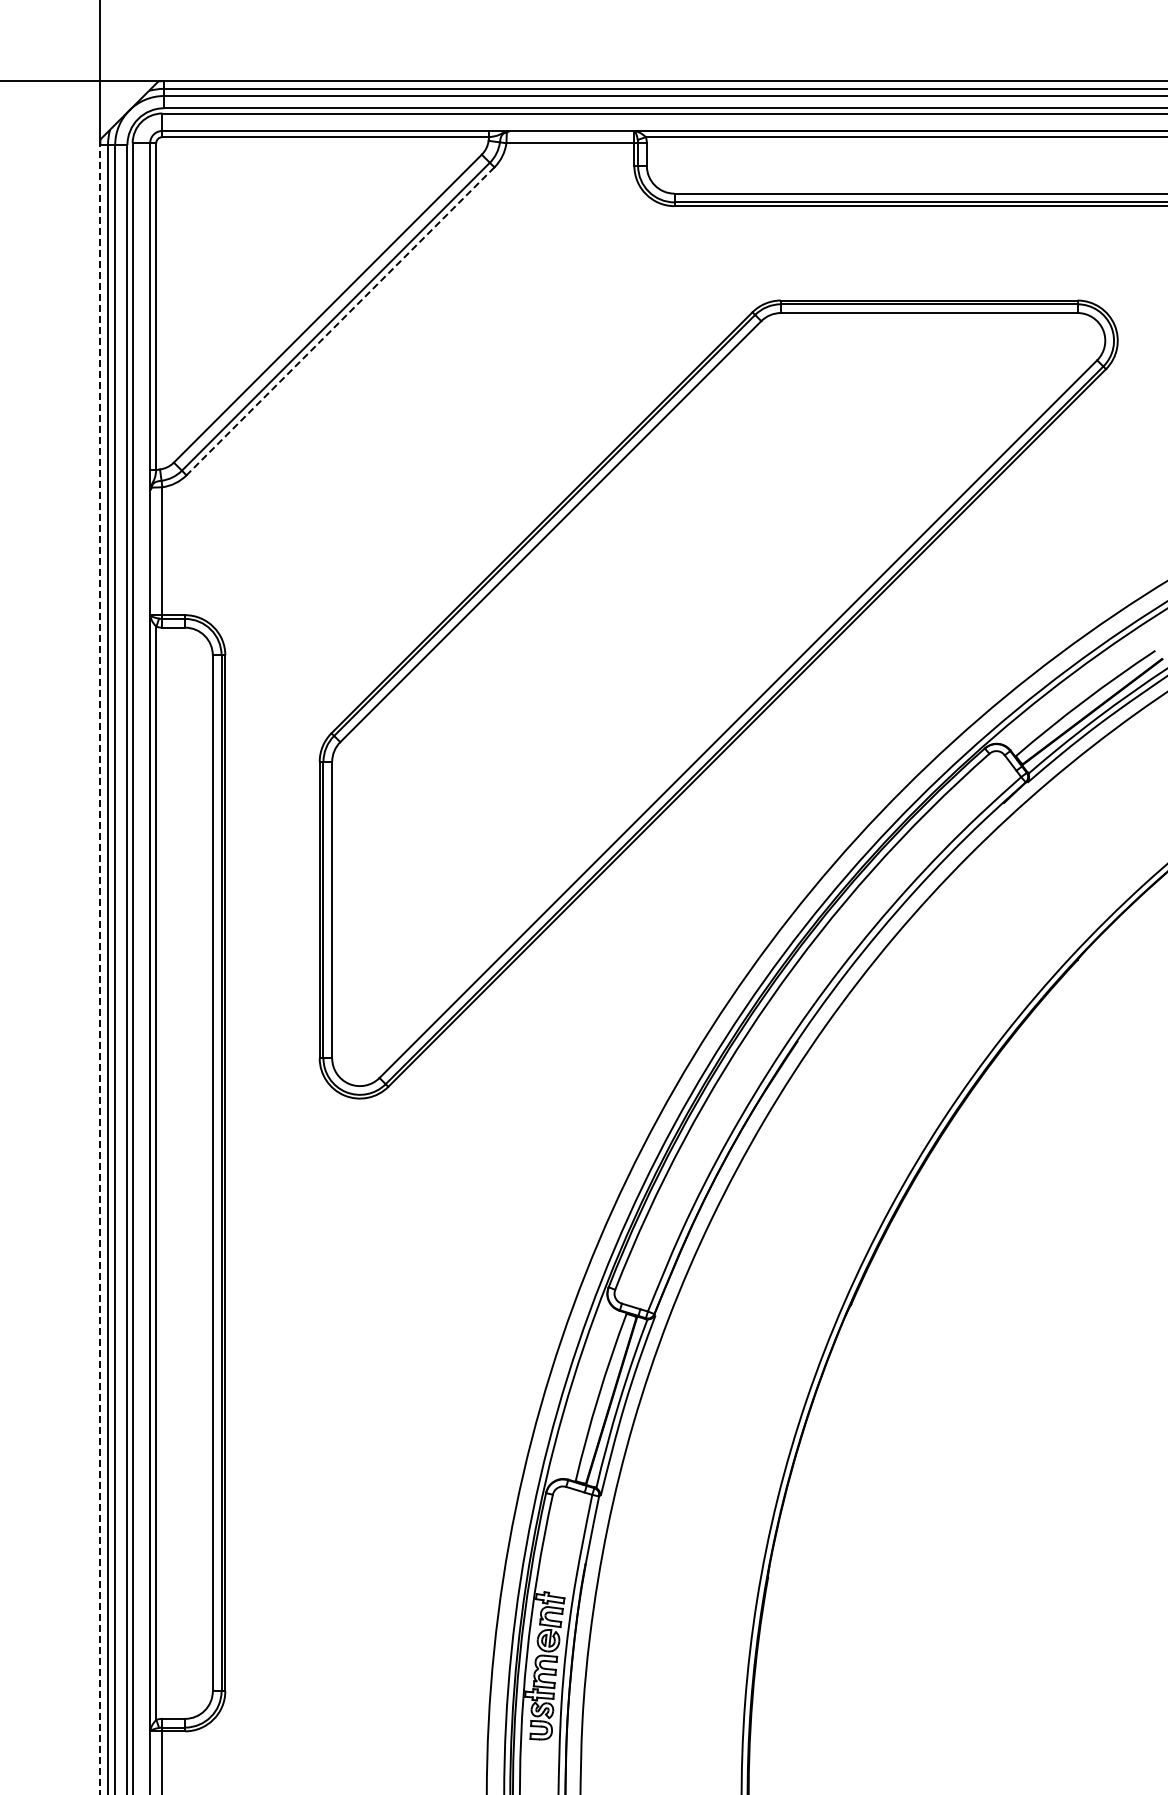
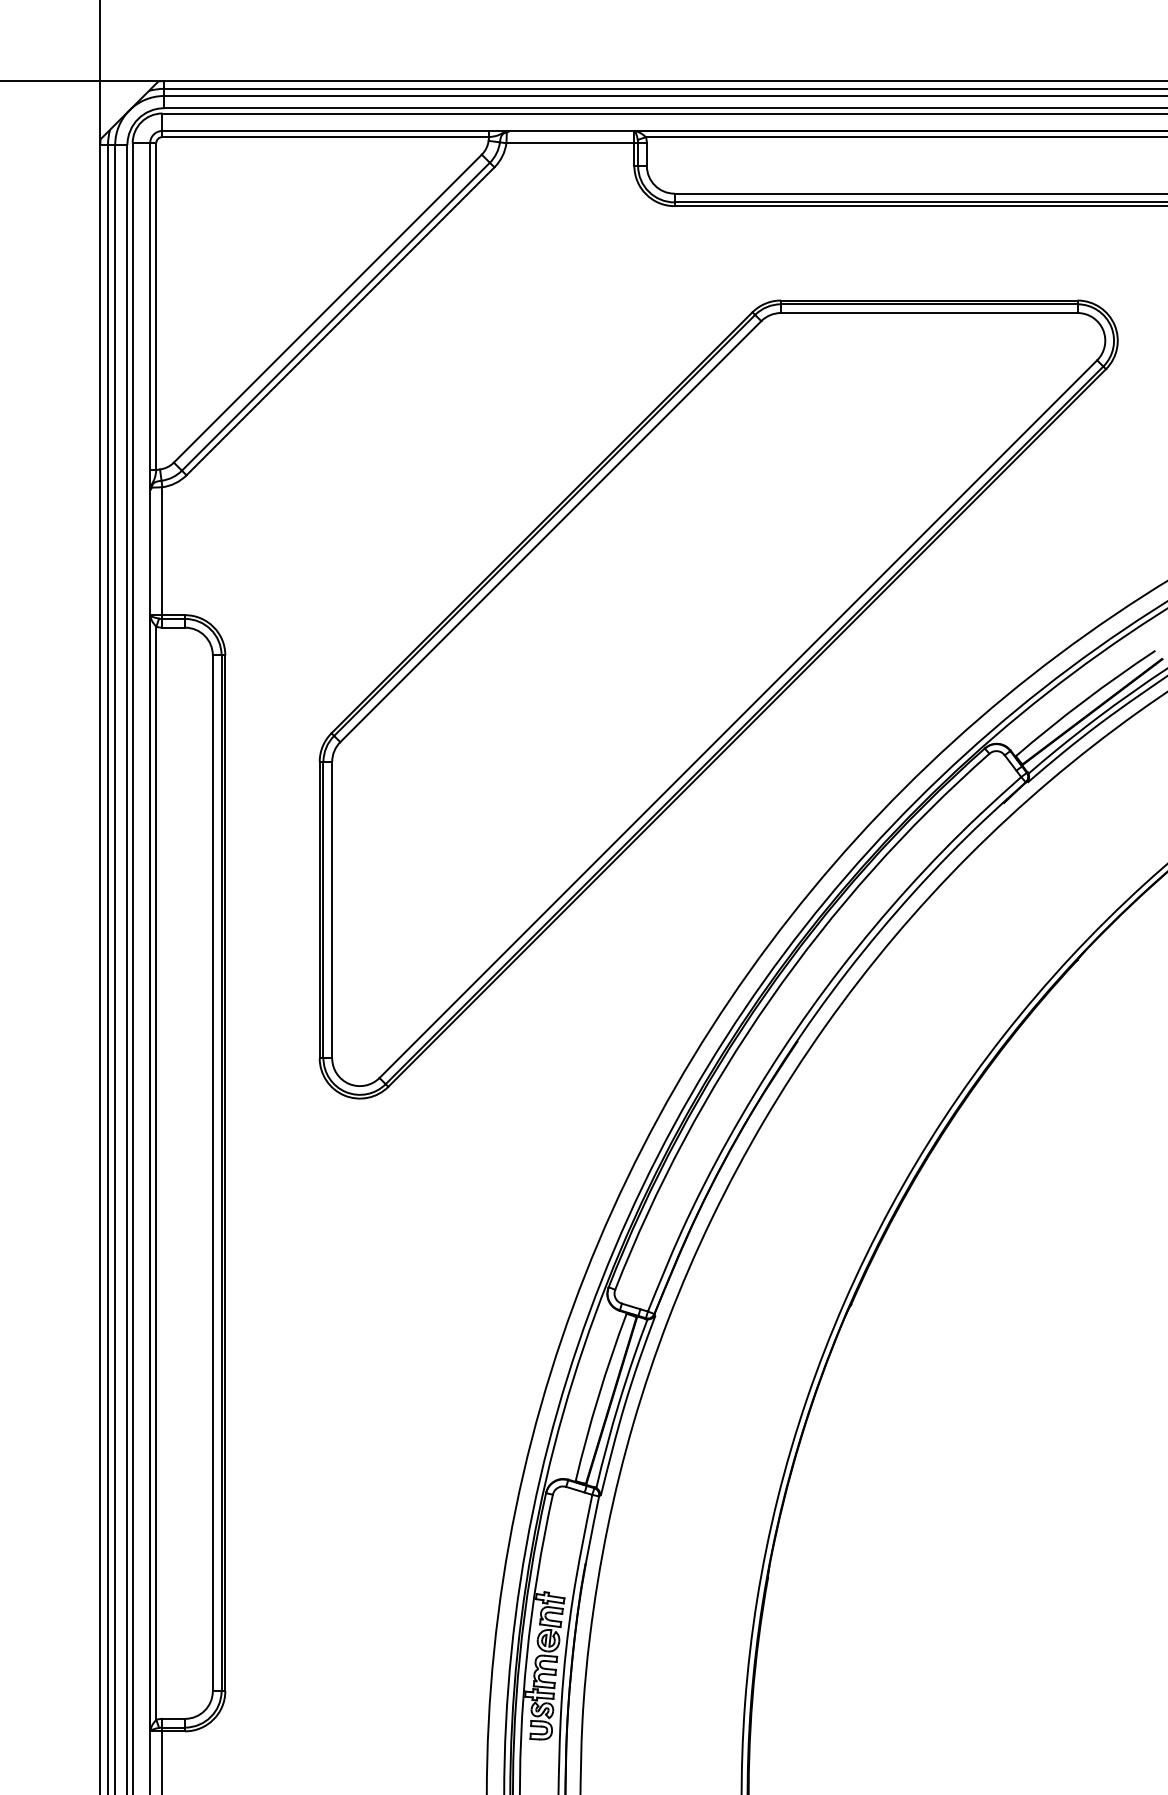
line at (340, 321): dashed -> solid
line at (100, 969): dashed -> solid
